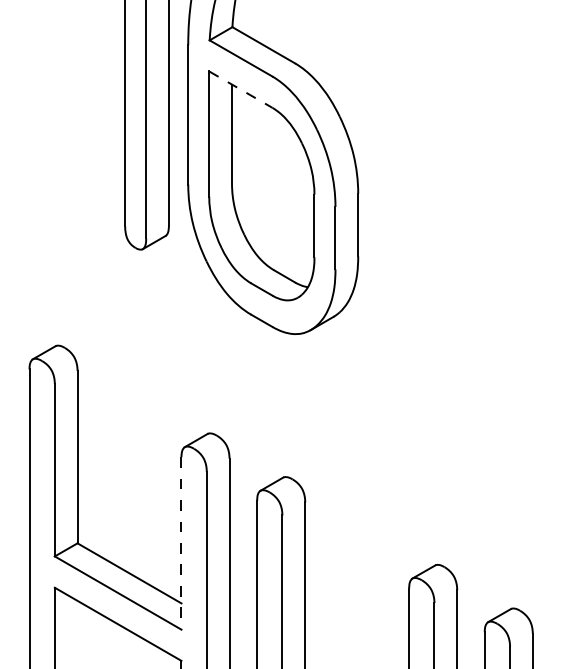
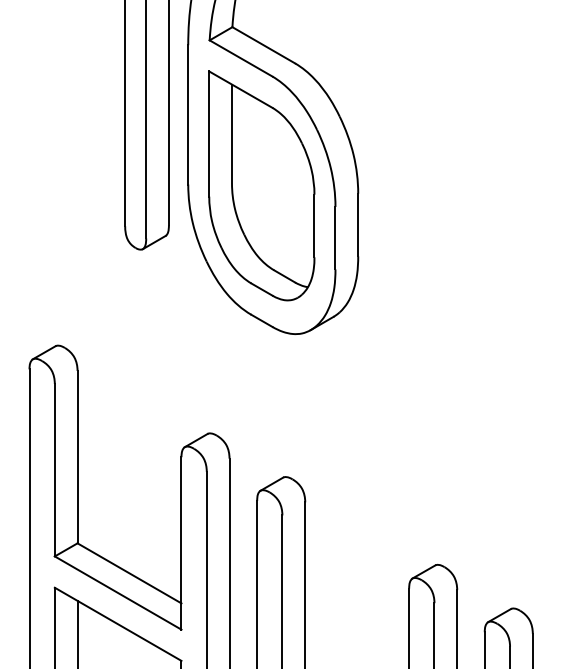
line at (241, 89): dashed -> solid
line at (181, 543): dashed -> solid
line at (77, 632): none -> present
